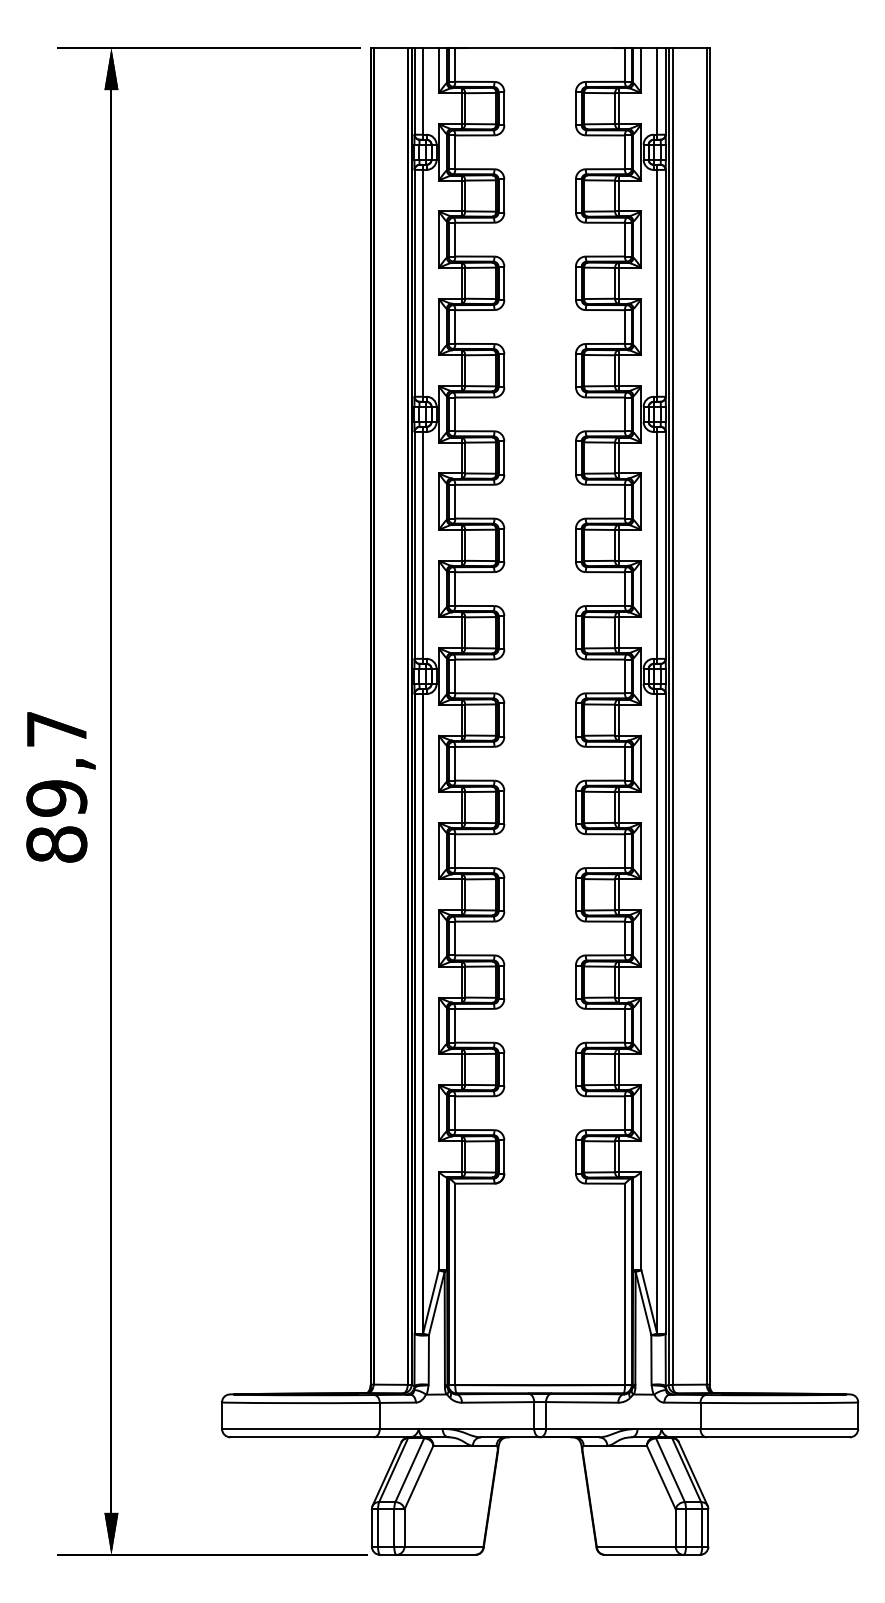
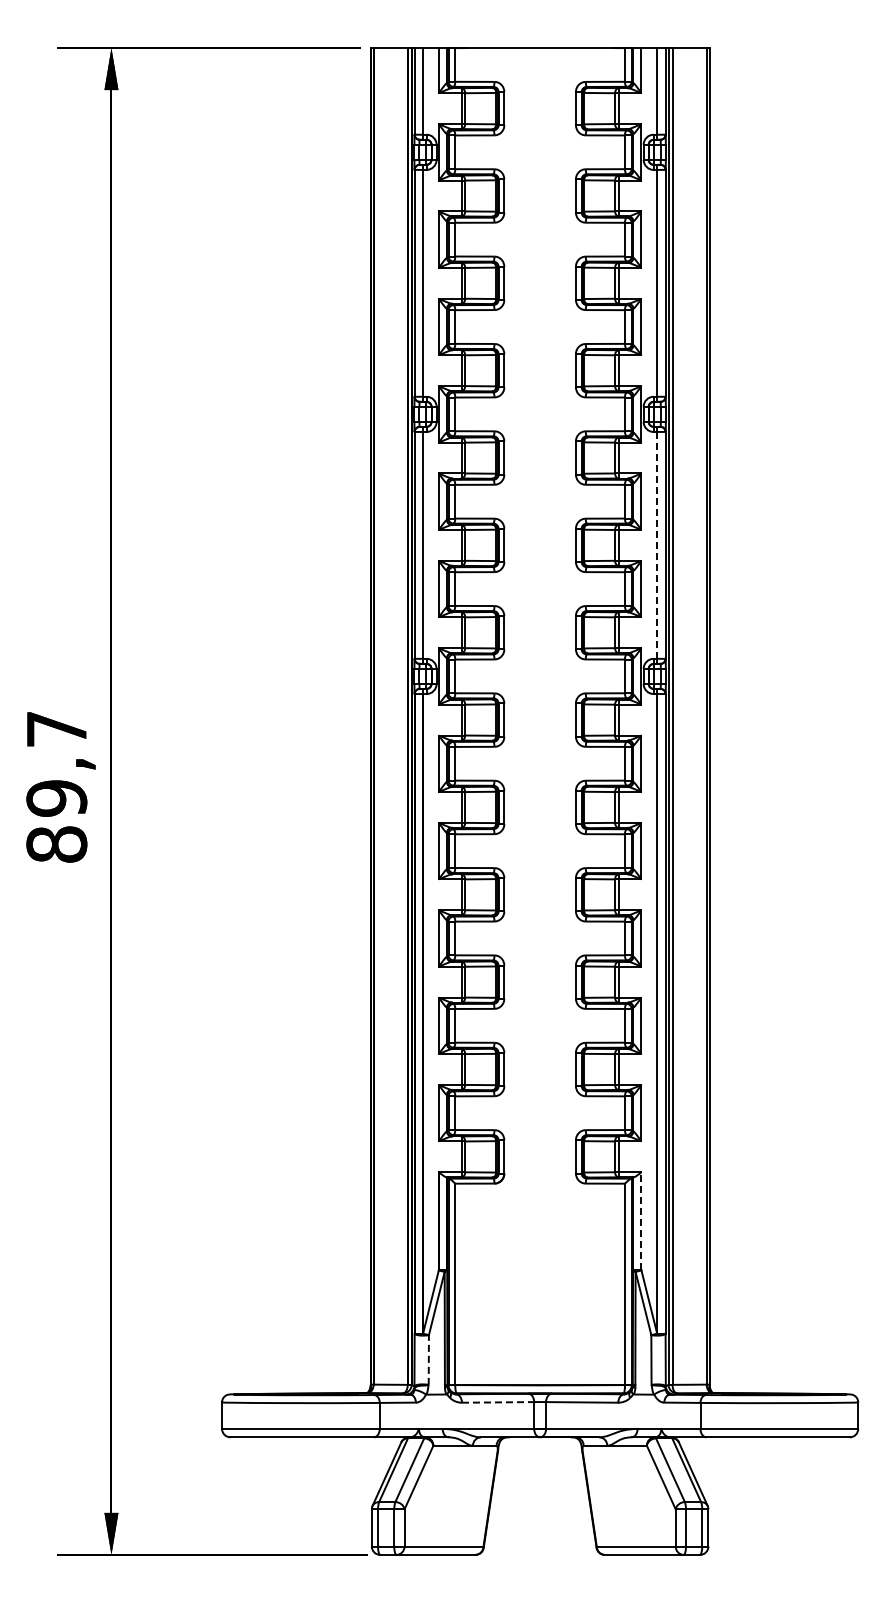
line at (657, 545): solid -> dashed
line at (641, 1220): solid -> dashed
line at (428, 1359): solid -> dashed
line at (498, 1402): solid -> dashed
